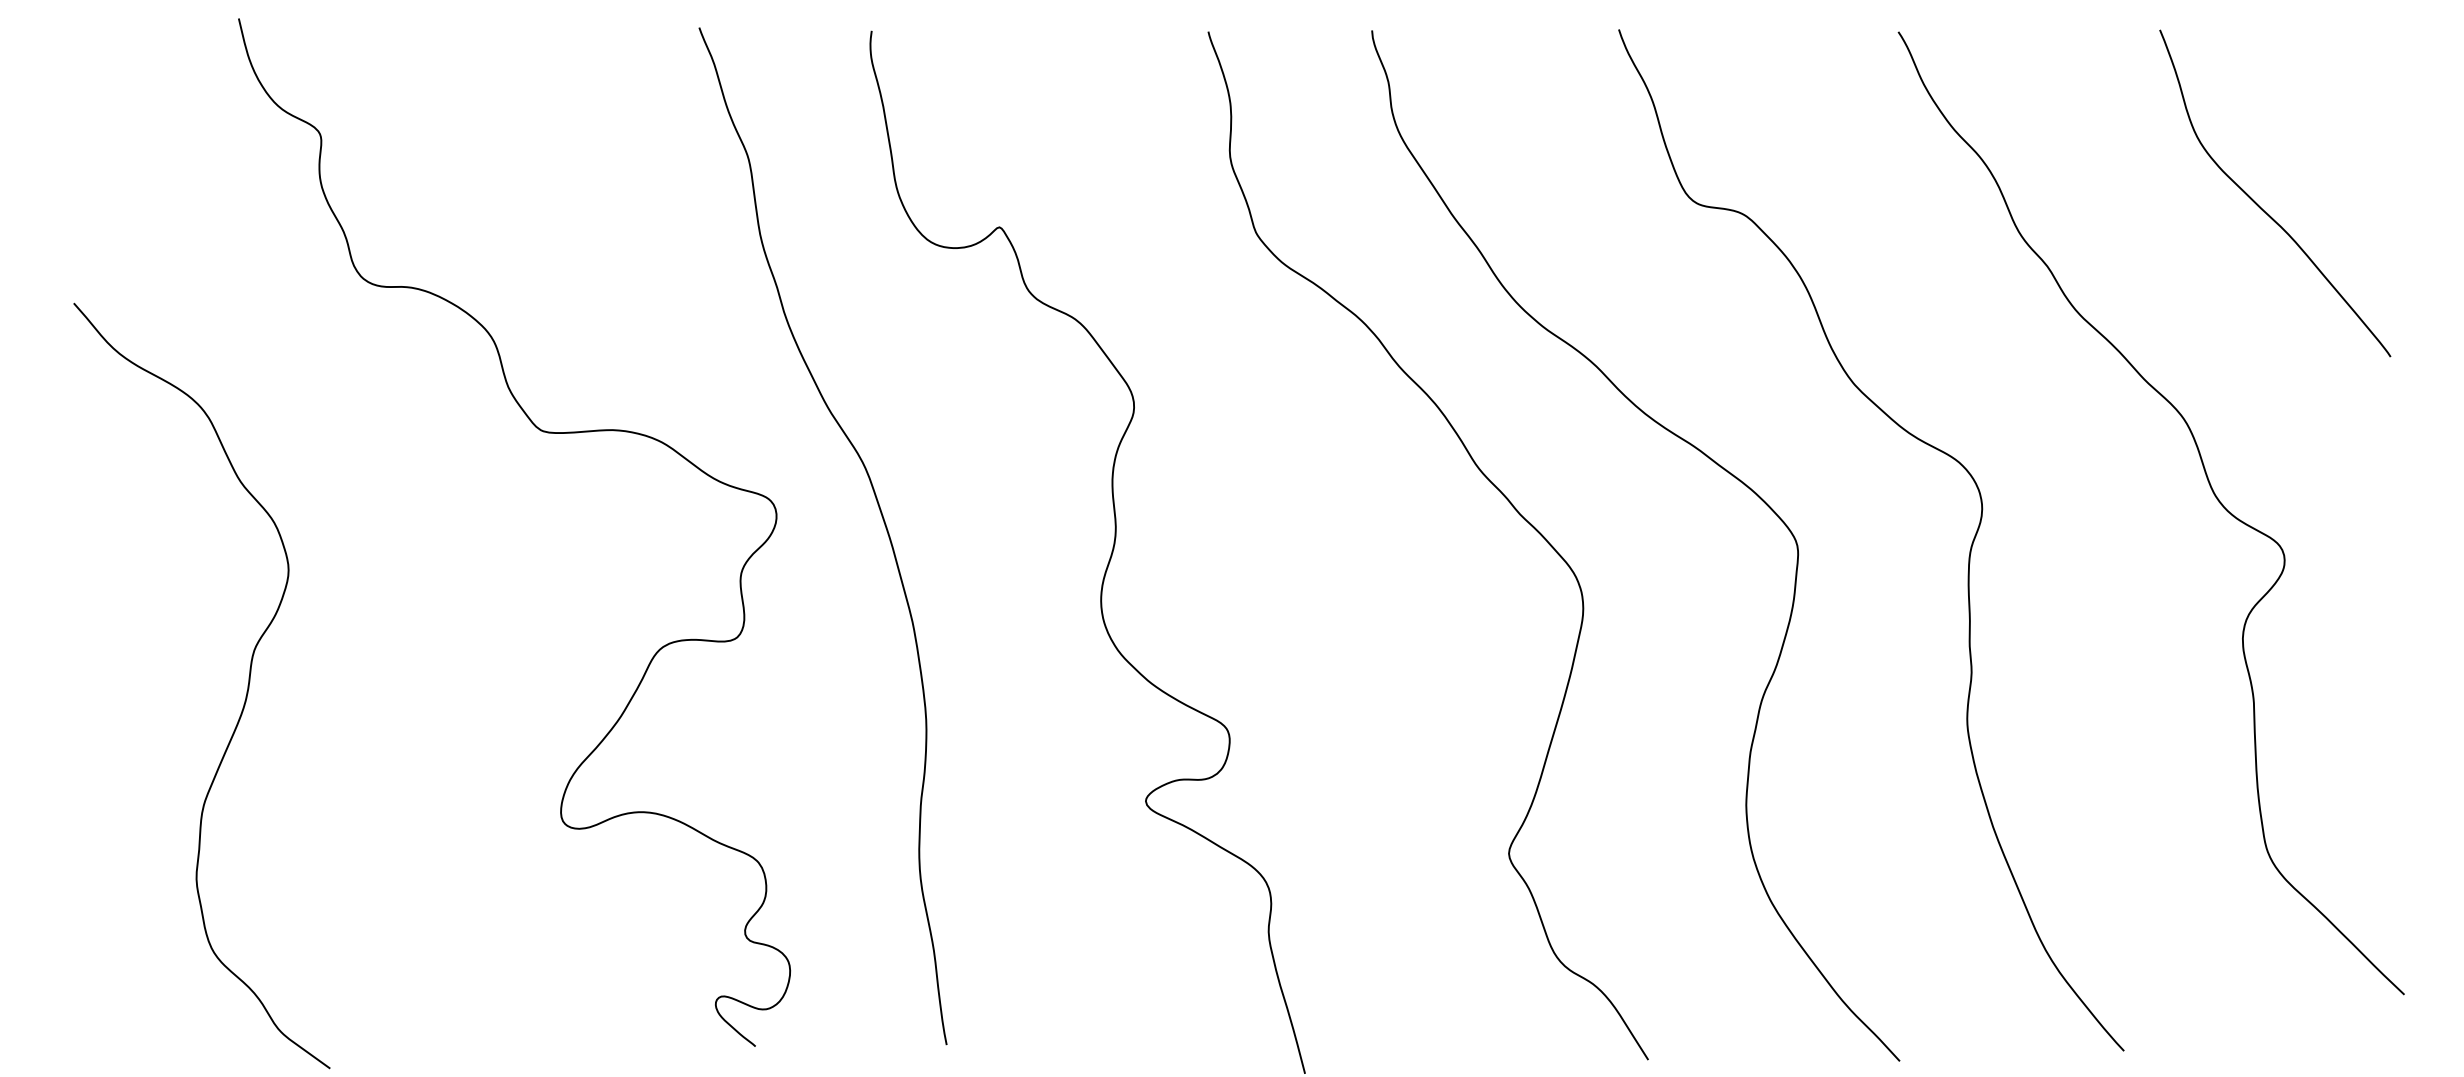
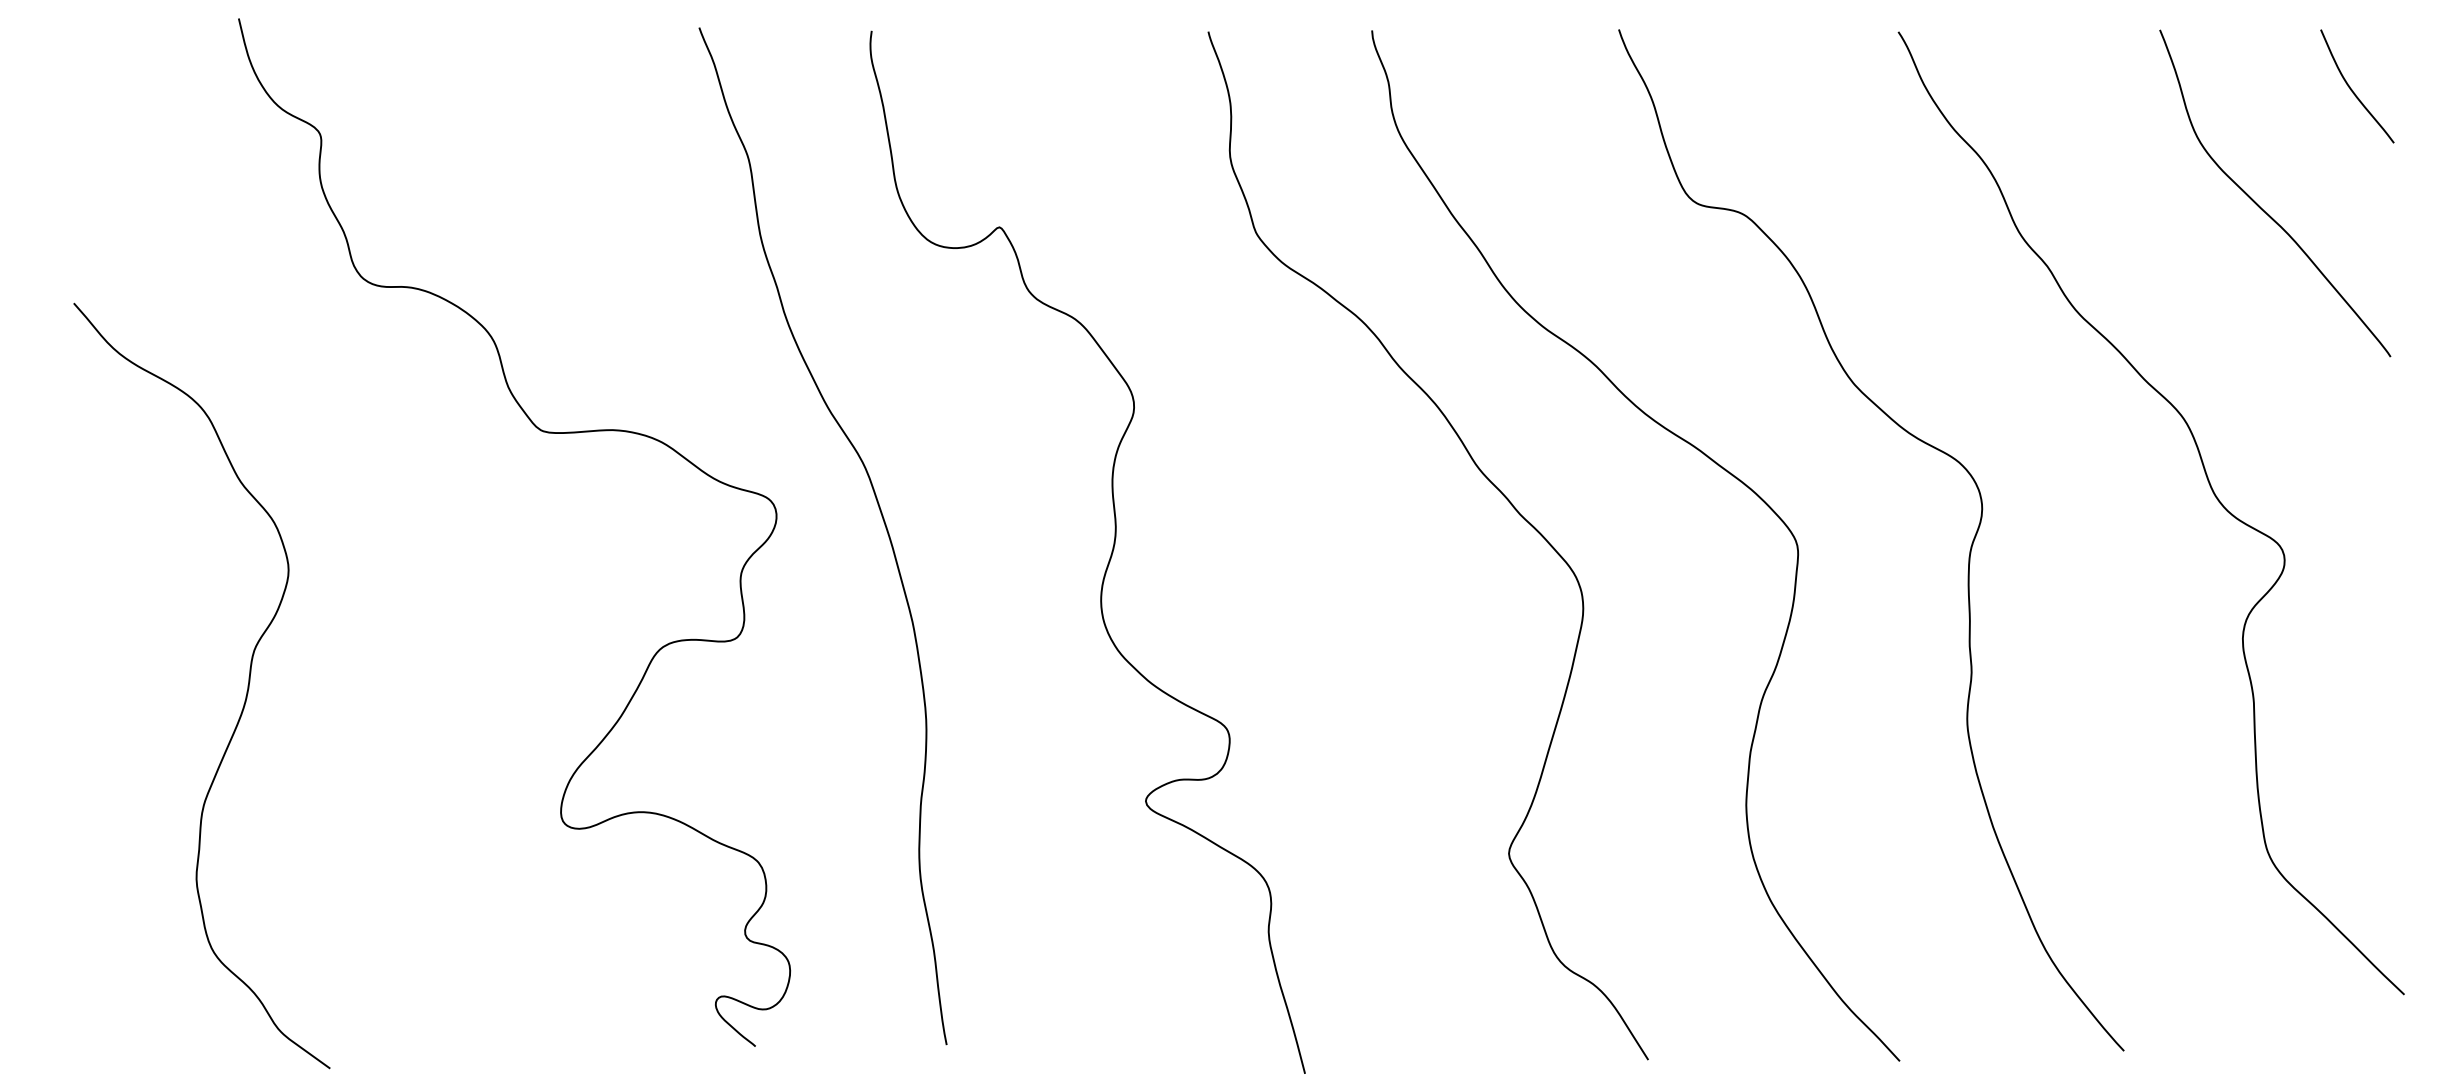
curve at (2352, 89): none -> present
